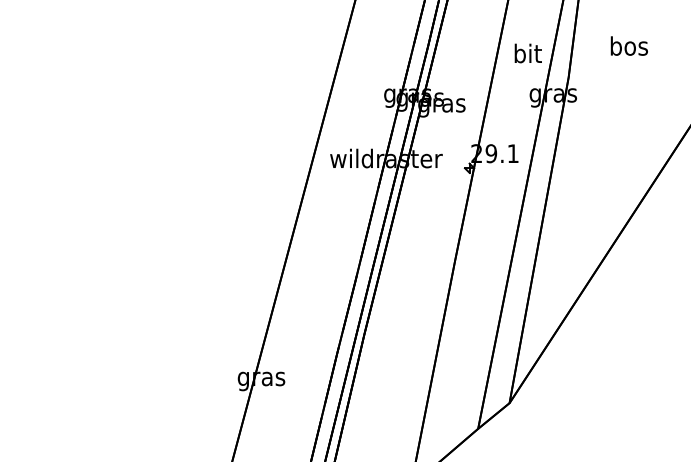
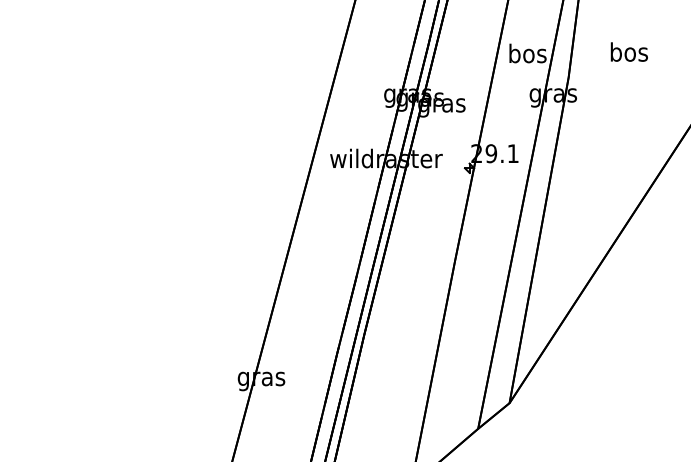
text at (628, 45) position: (628, 45) -> (628, 51)
text at (527, 53): bit -> bos
